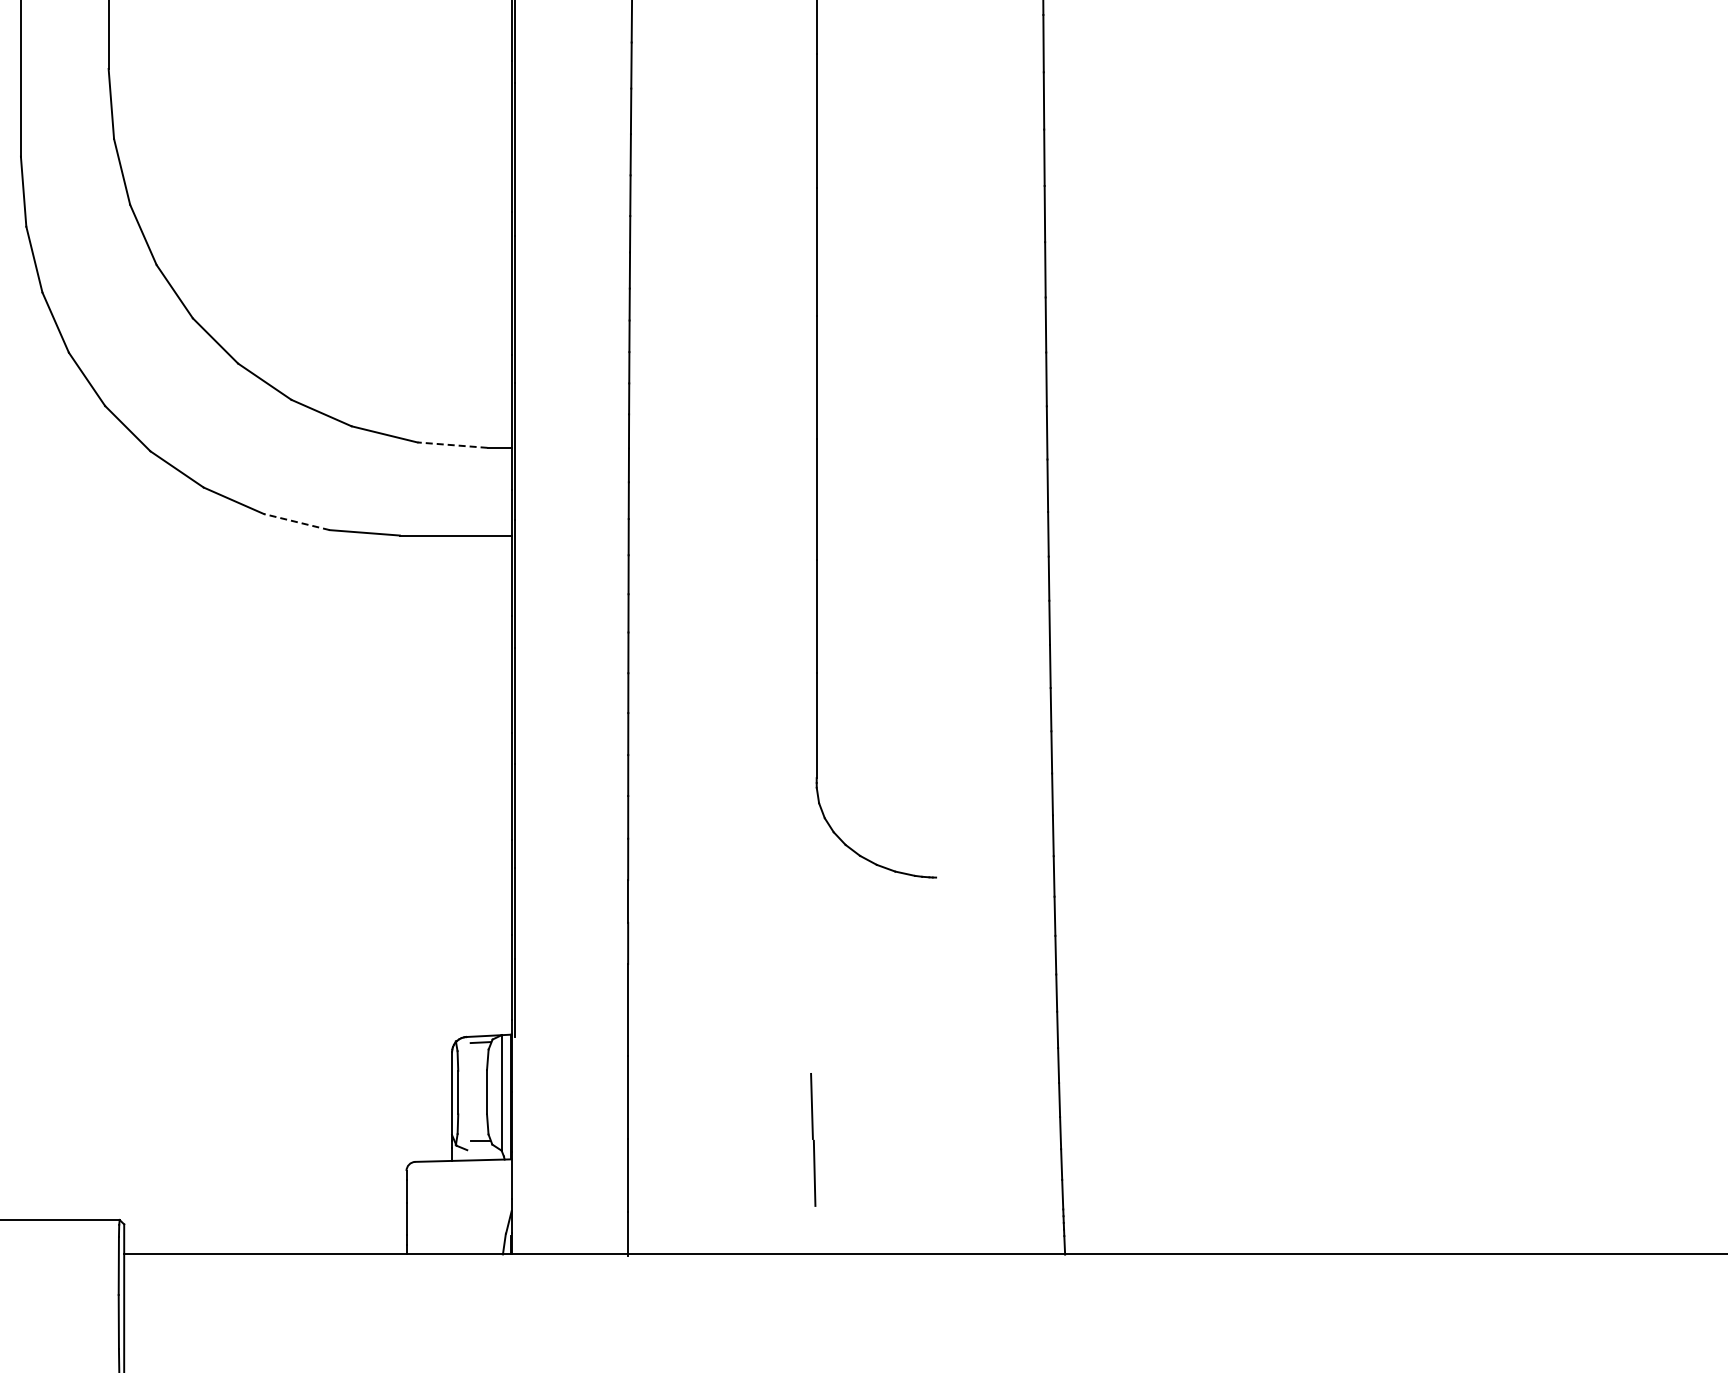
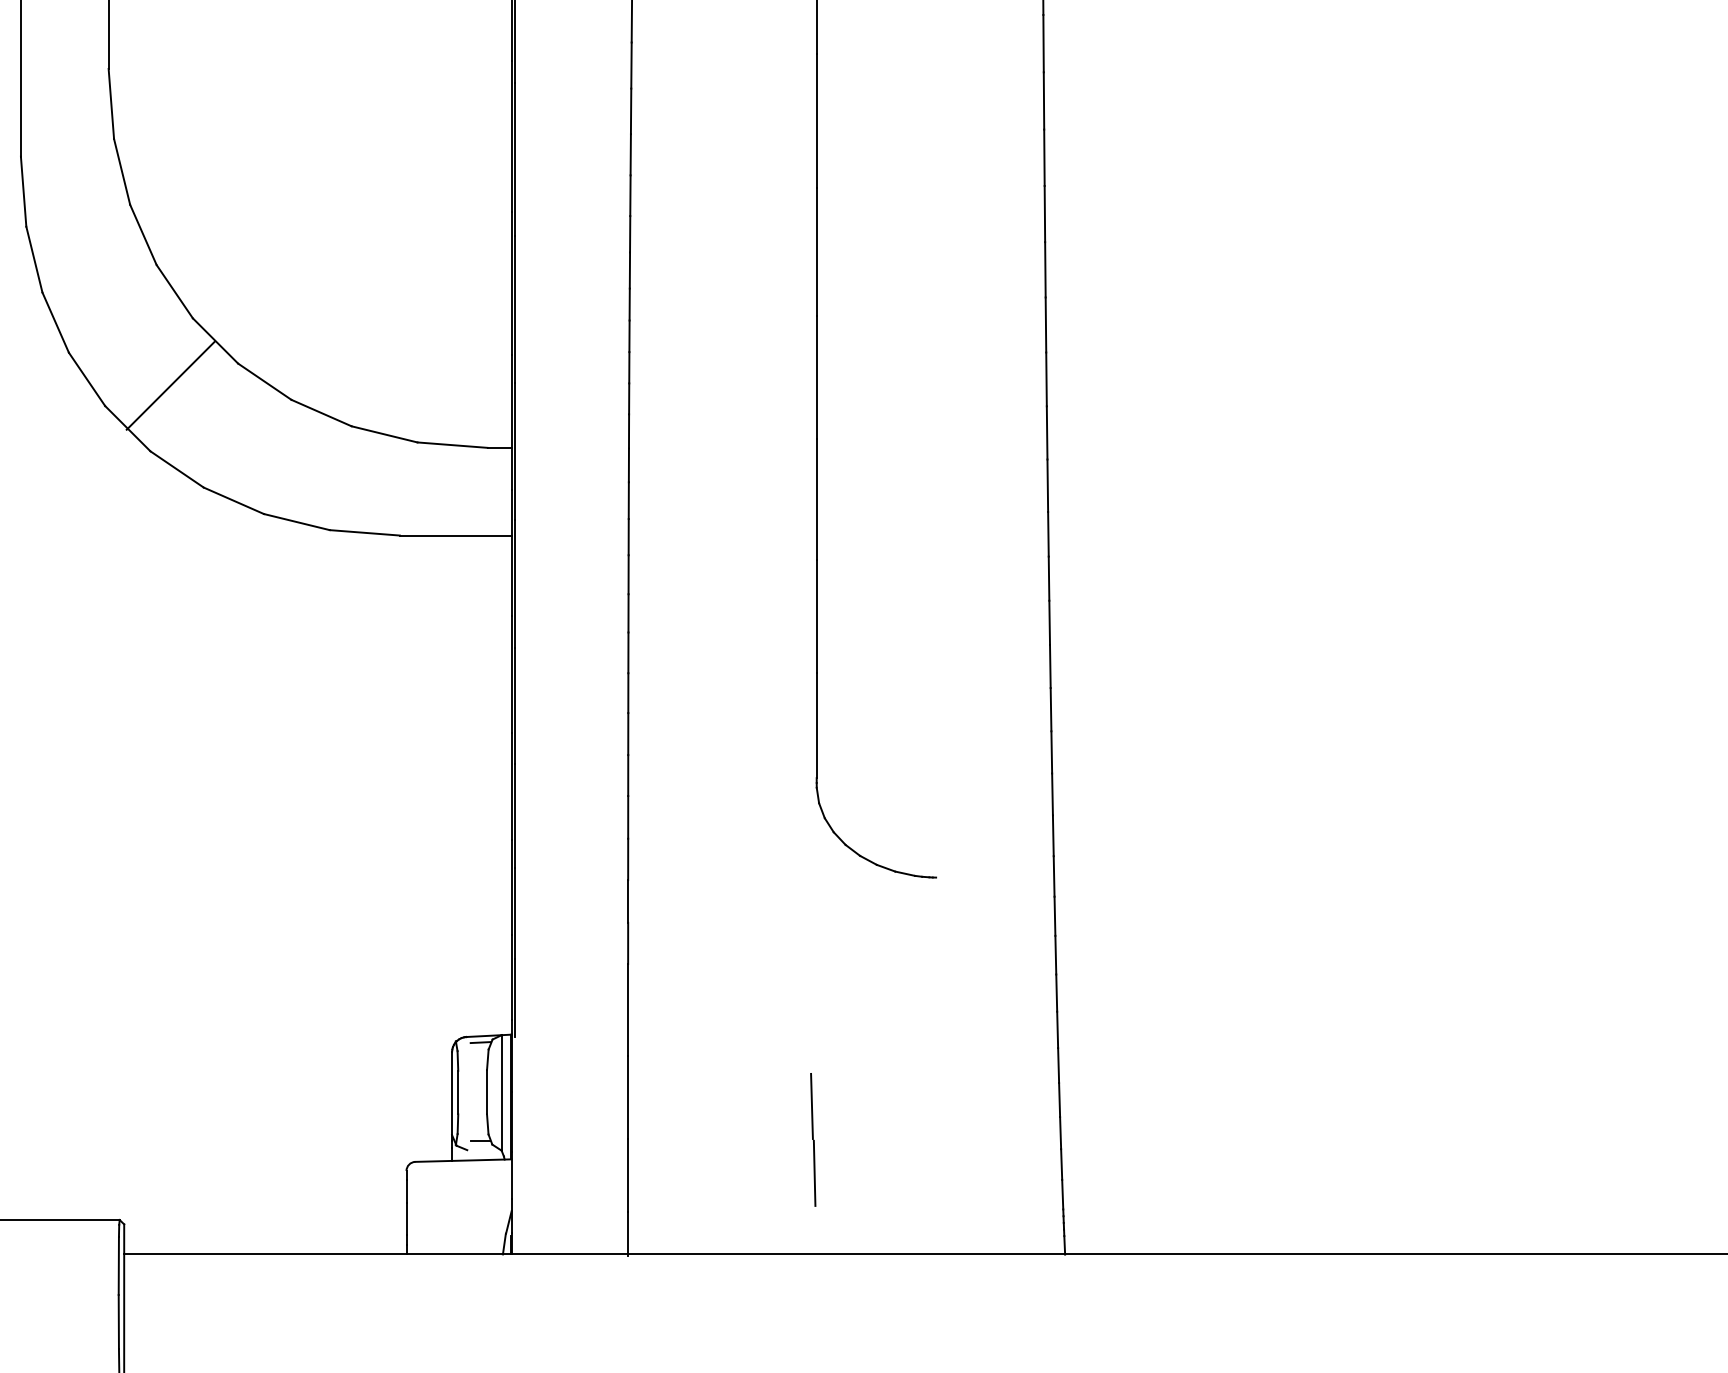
line at (170, 385): none -> present
line at (452, 445): dashed -> solid
line at (296, 522): dashed -> solid
